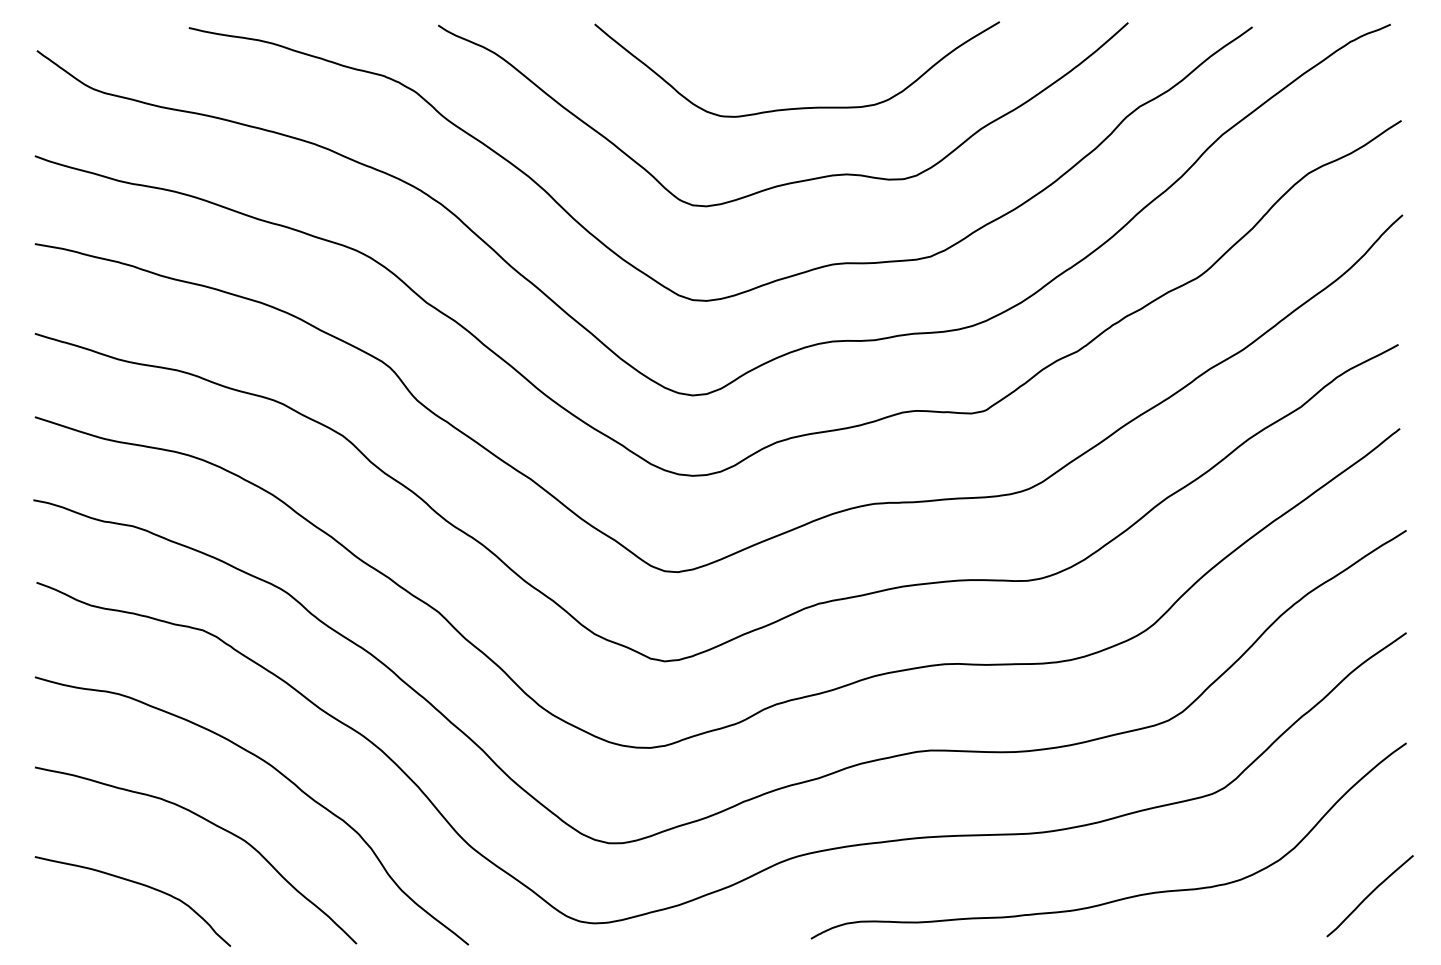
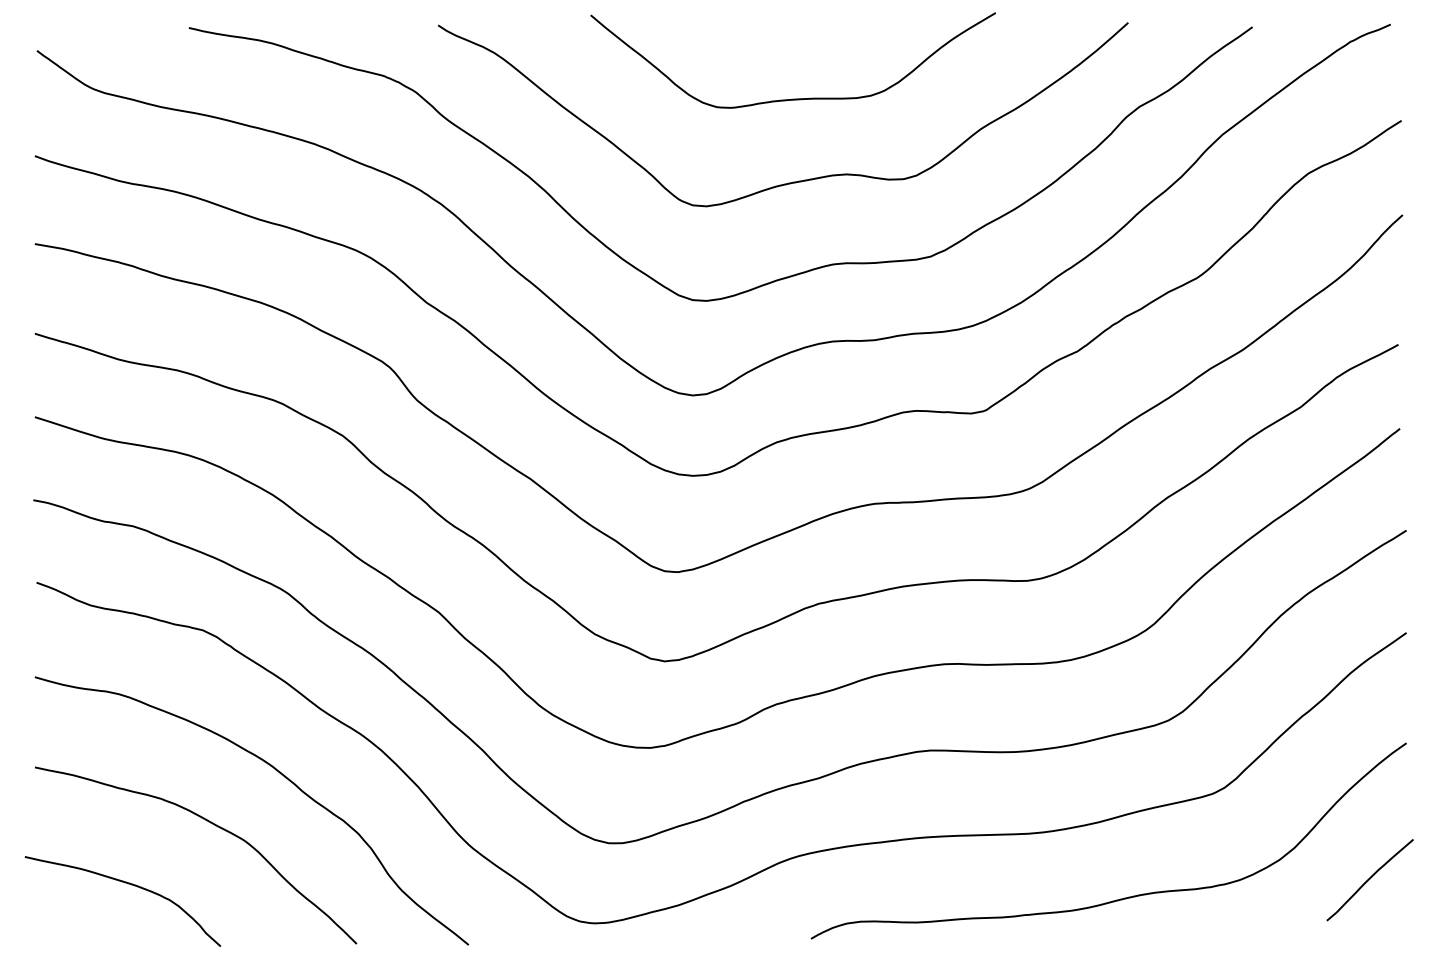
curve at (797, 107) position: (797, 107) -> (793, 98)
curve at (138, 884) position: (138, 884) -> (128, 884)
curve at (1369, 896) position: (1369, 896) -> (1369, 880)
